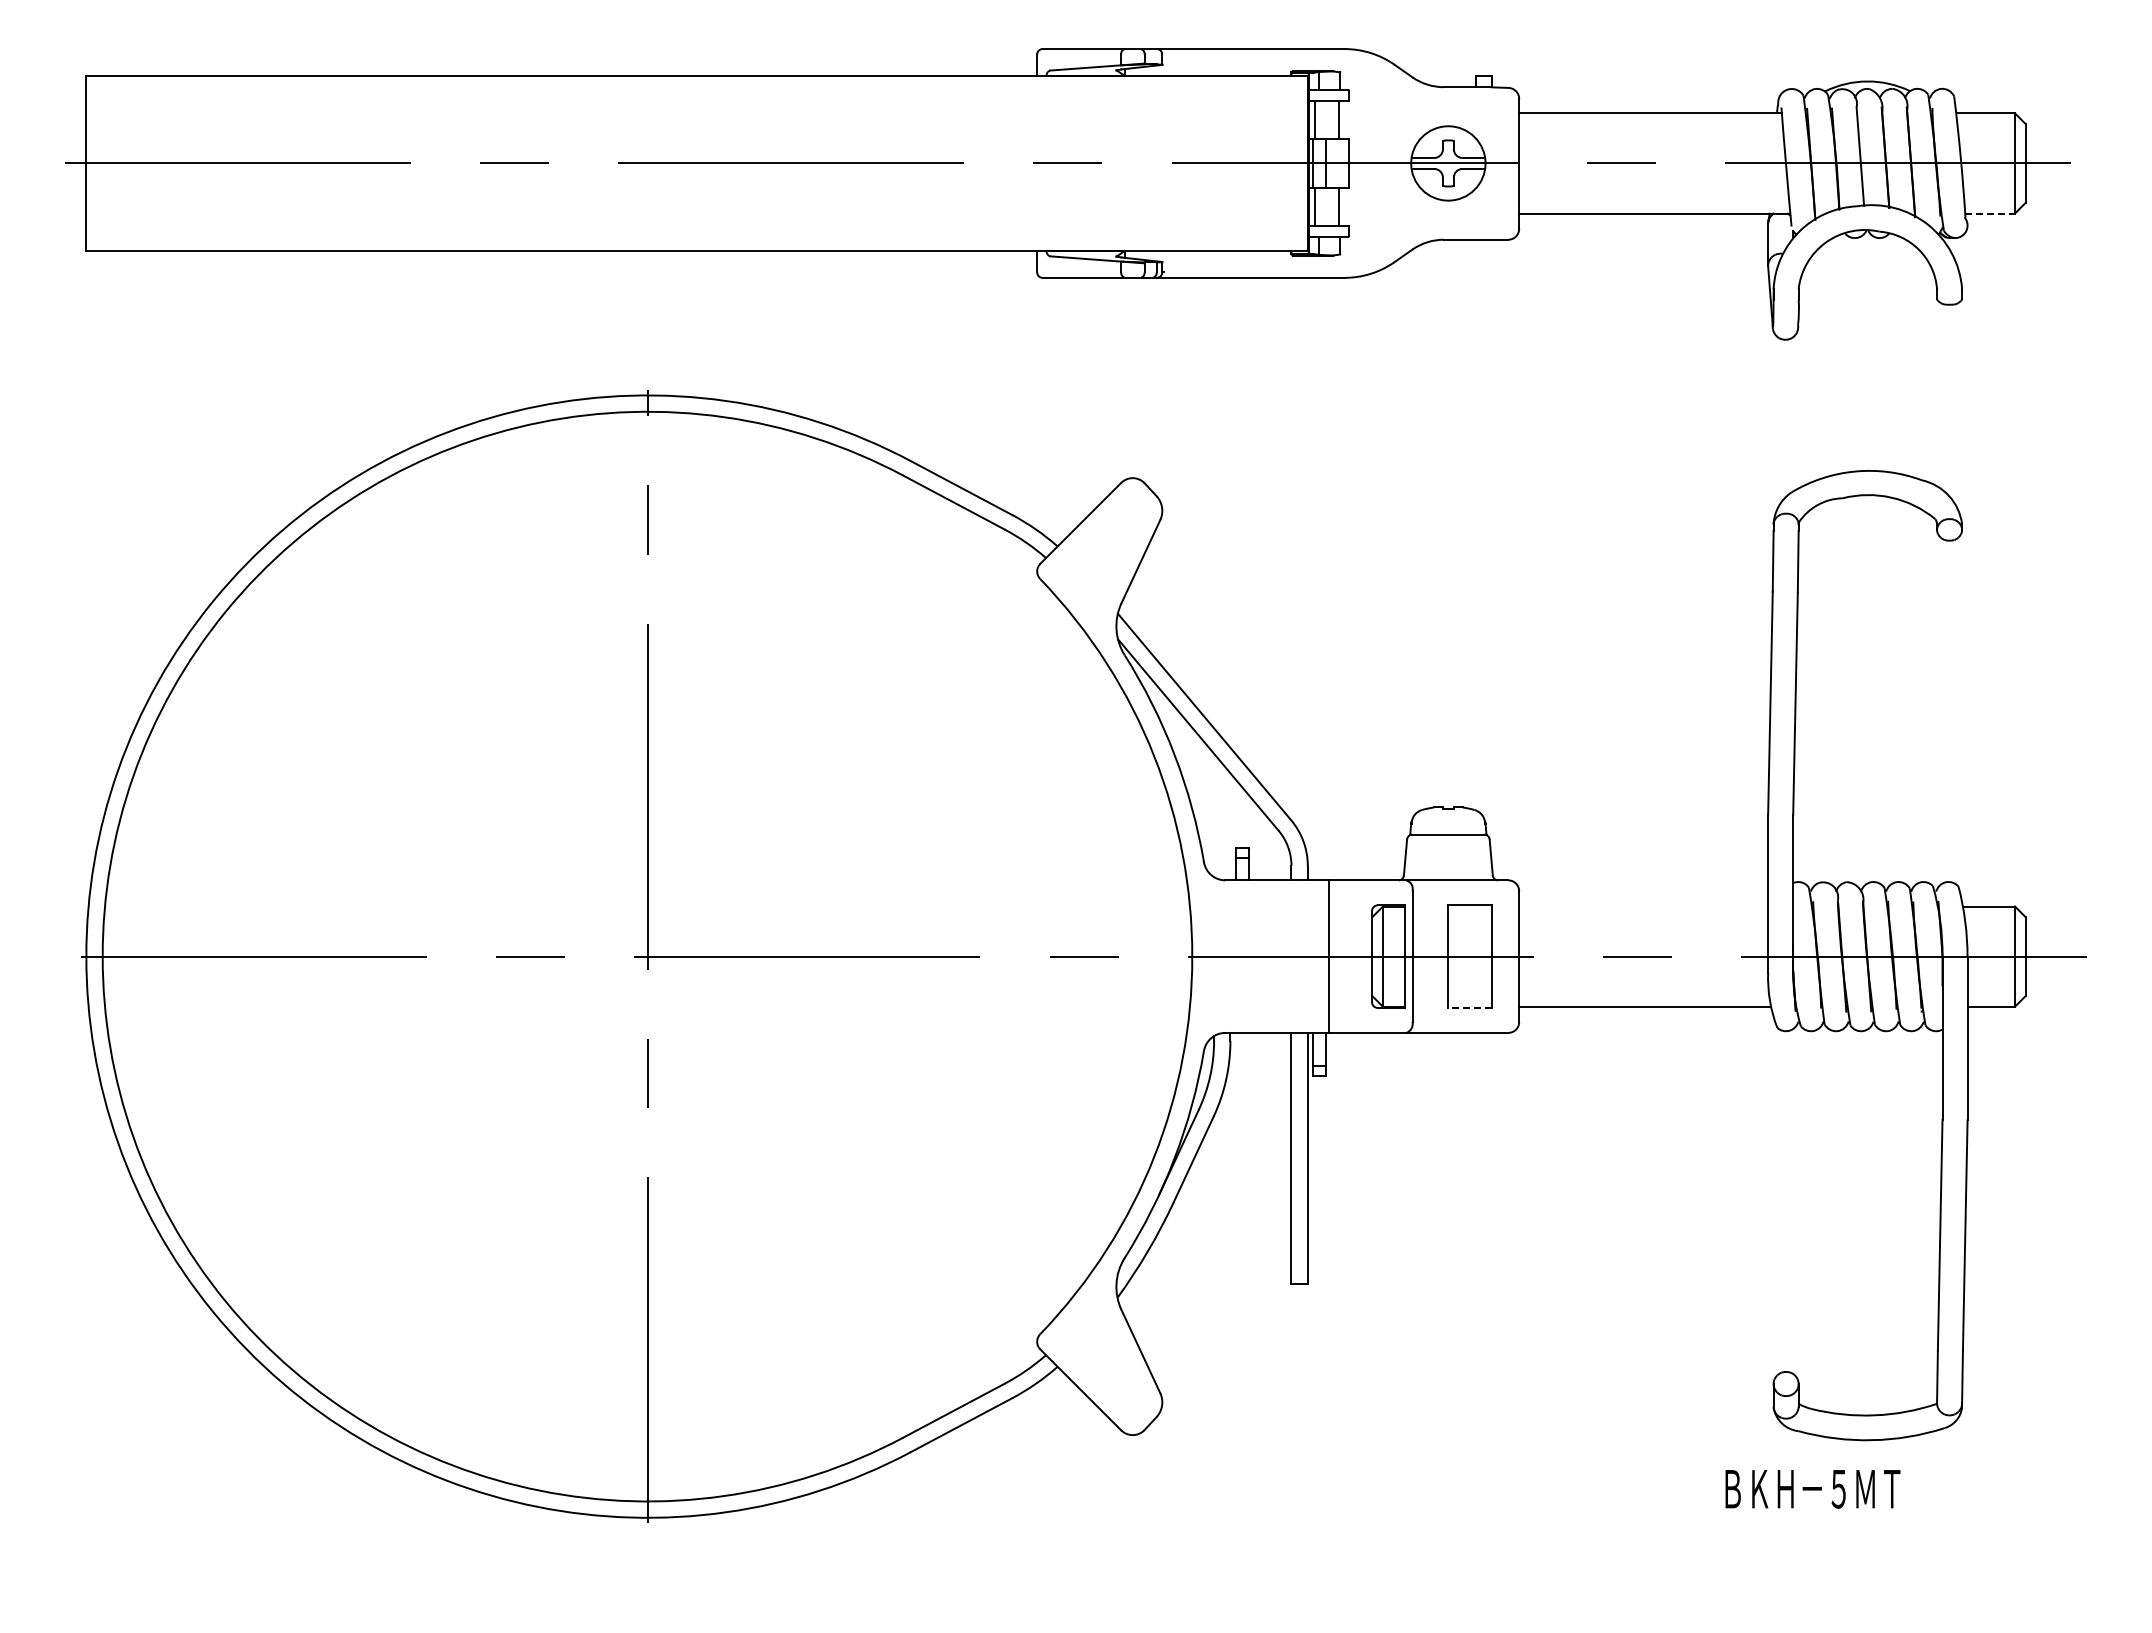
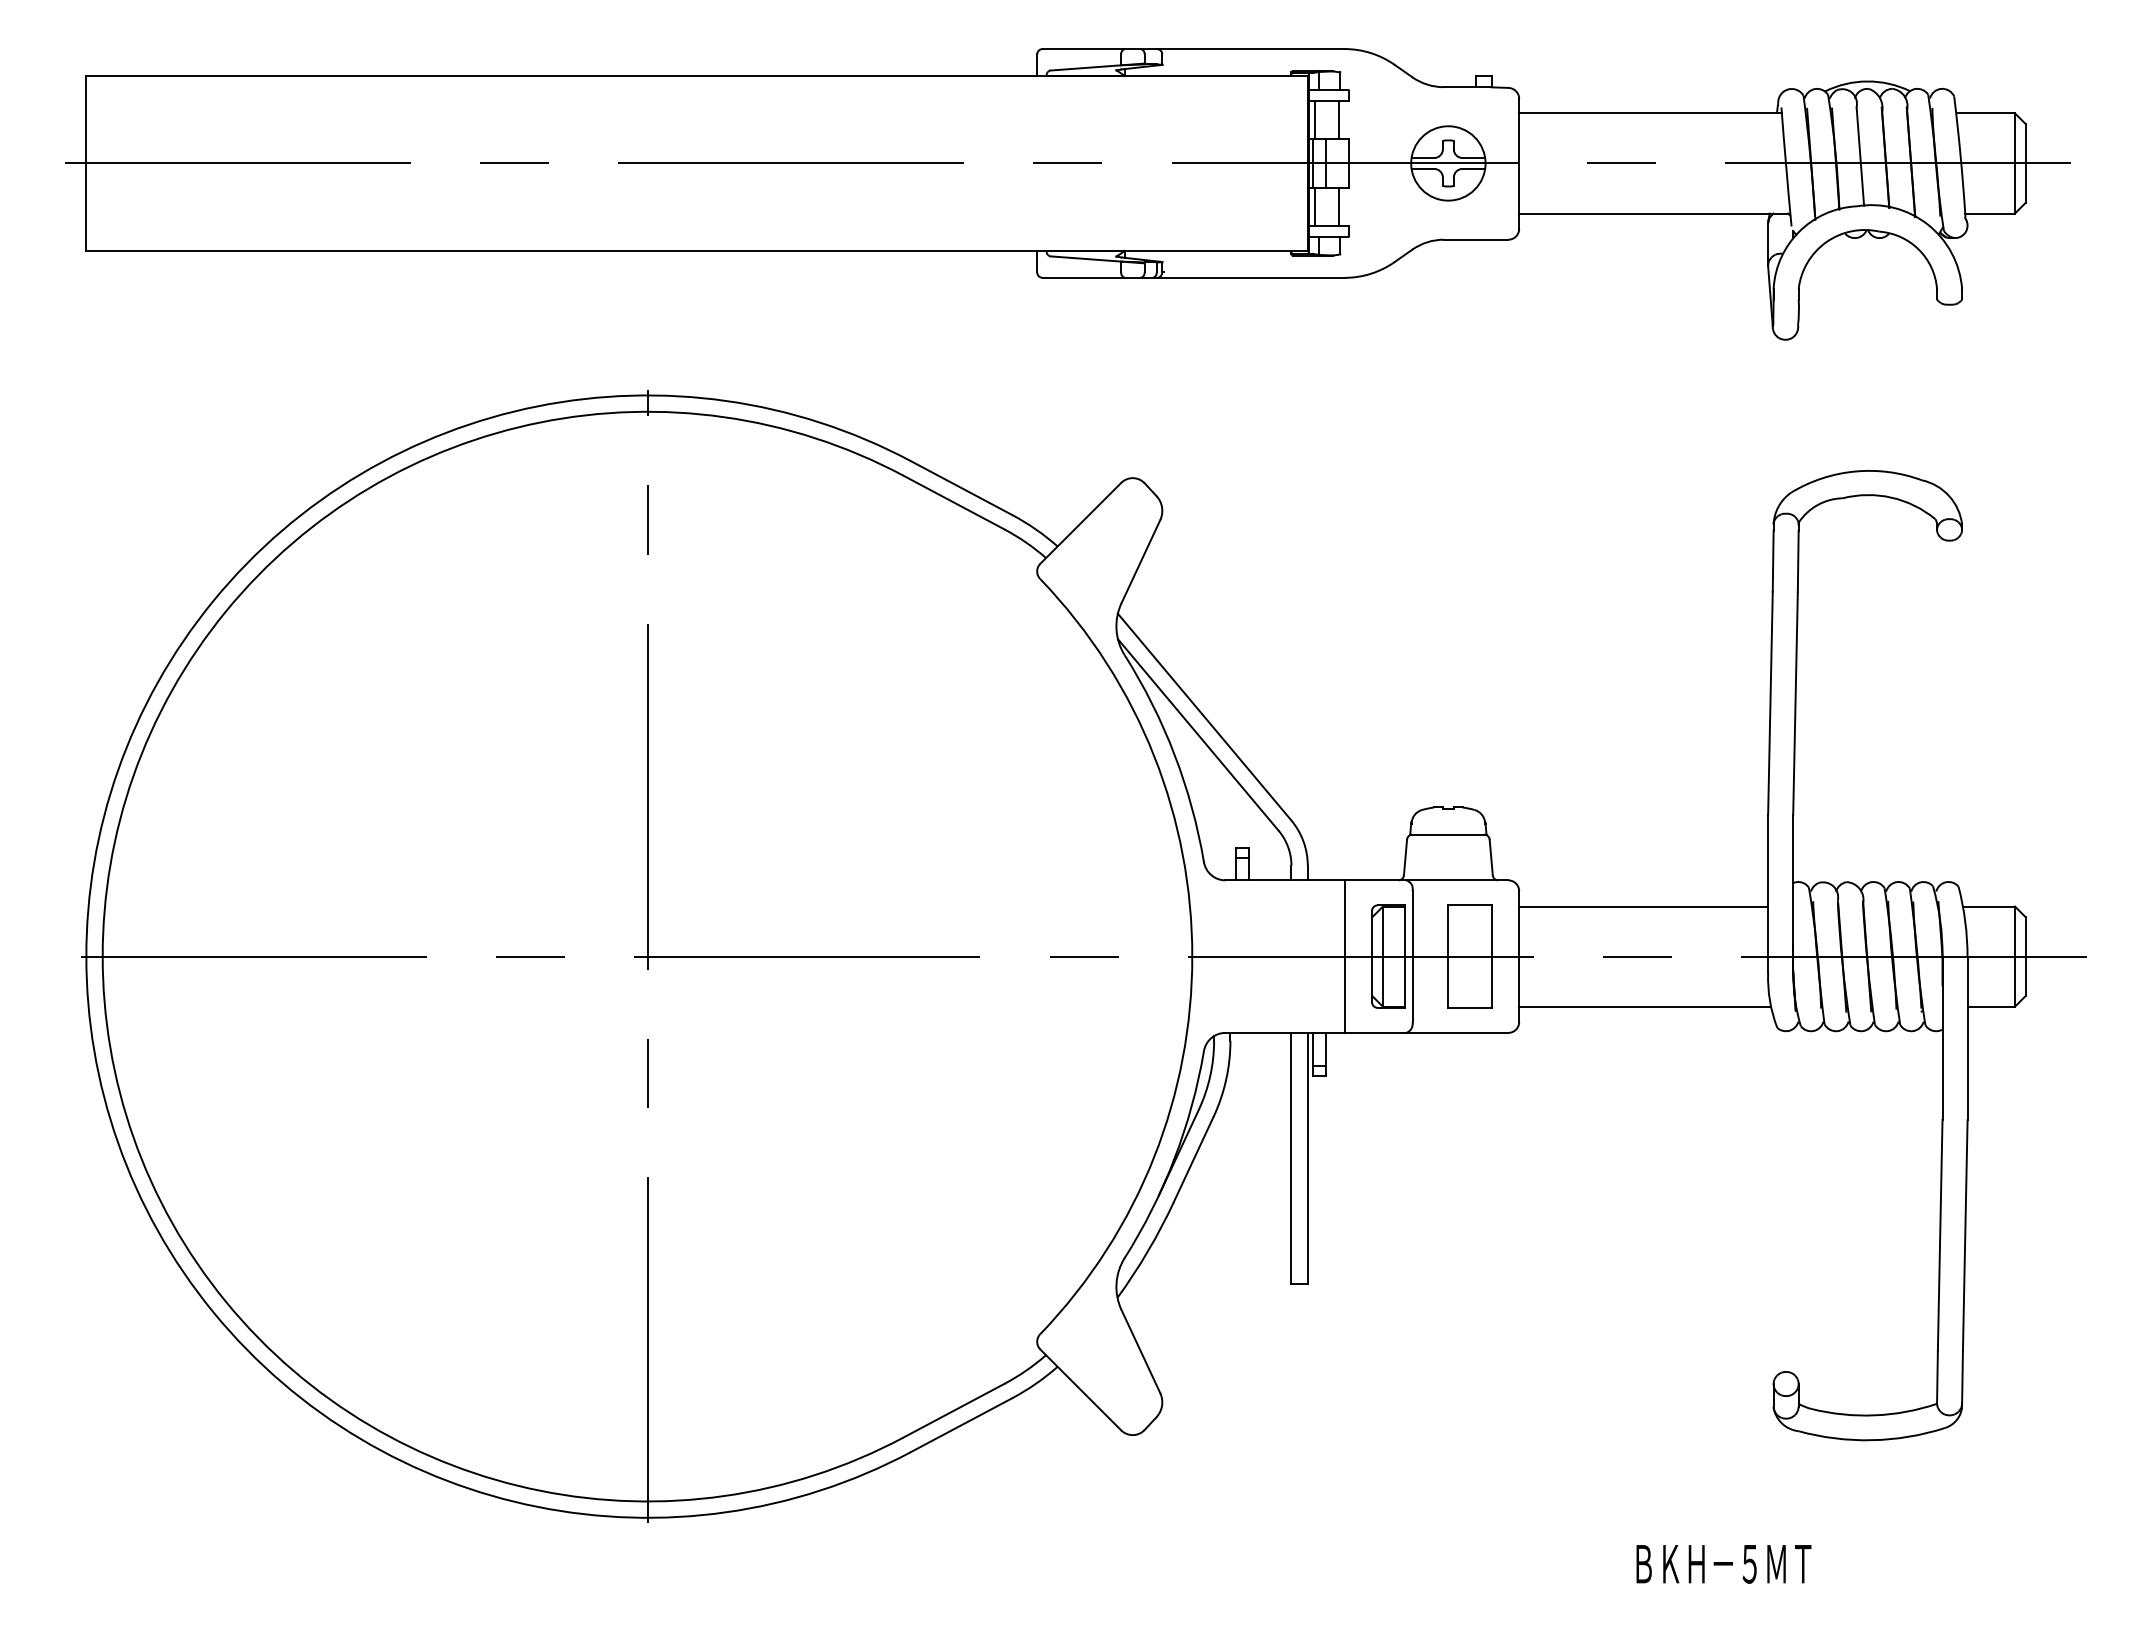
line at (1990, 213): dashed -> solid
line at (1643, 906): none -> present
line at (1328, 956) position: (1328, 956) -> (1344, 956)
line at (1470, 1007): dashed -> solid
text at (1812, 1489) position: (1812, 1489) -> (1723, 1564)
